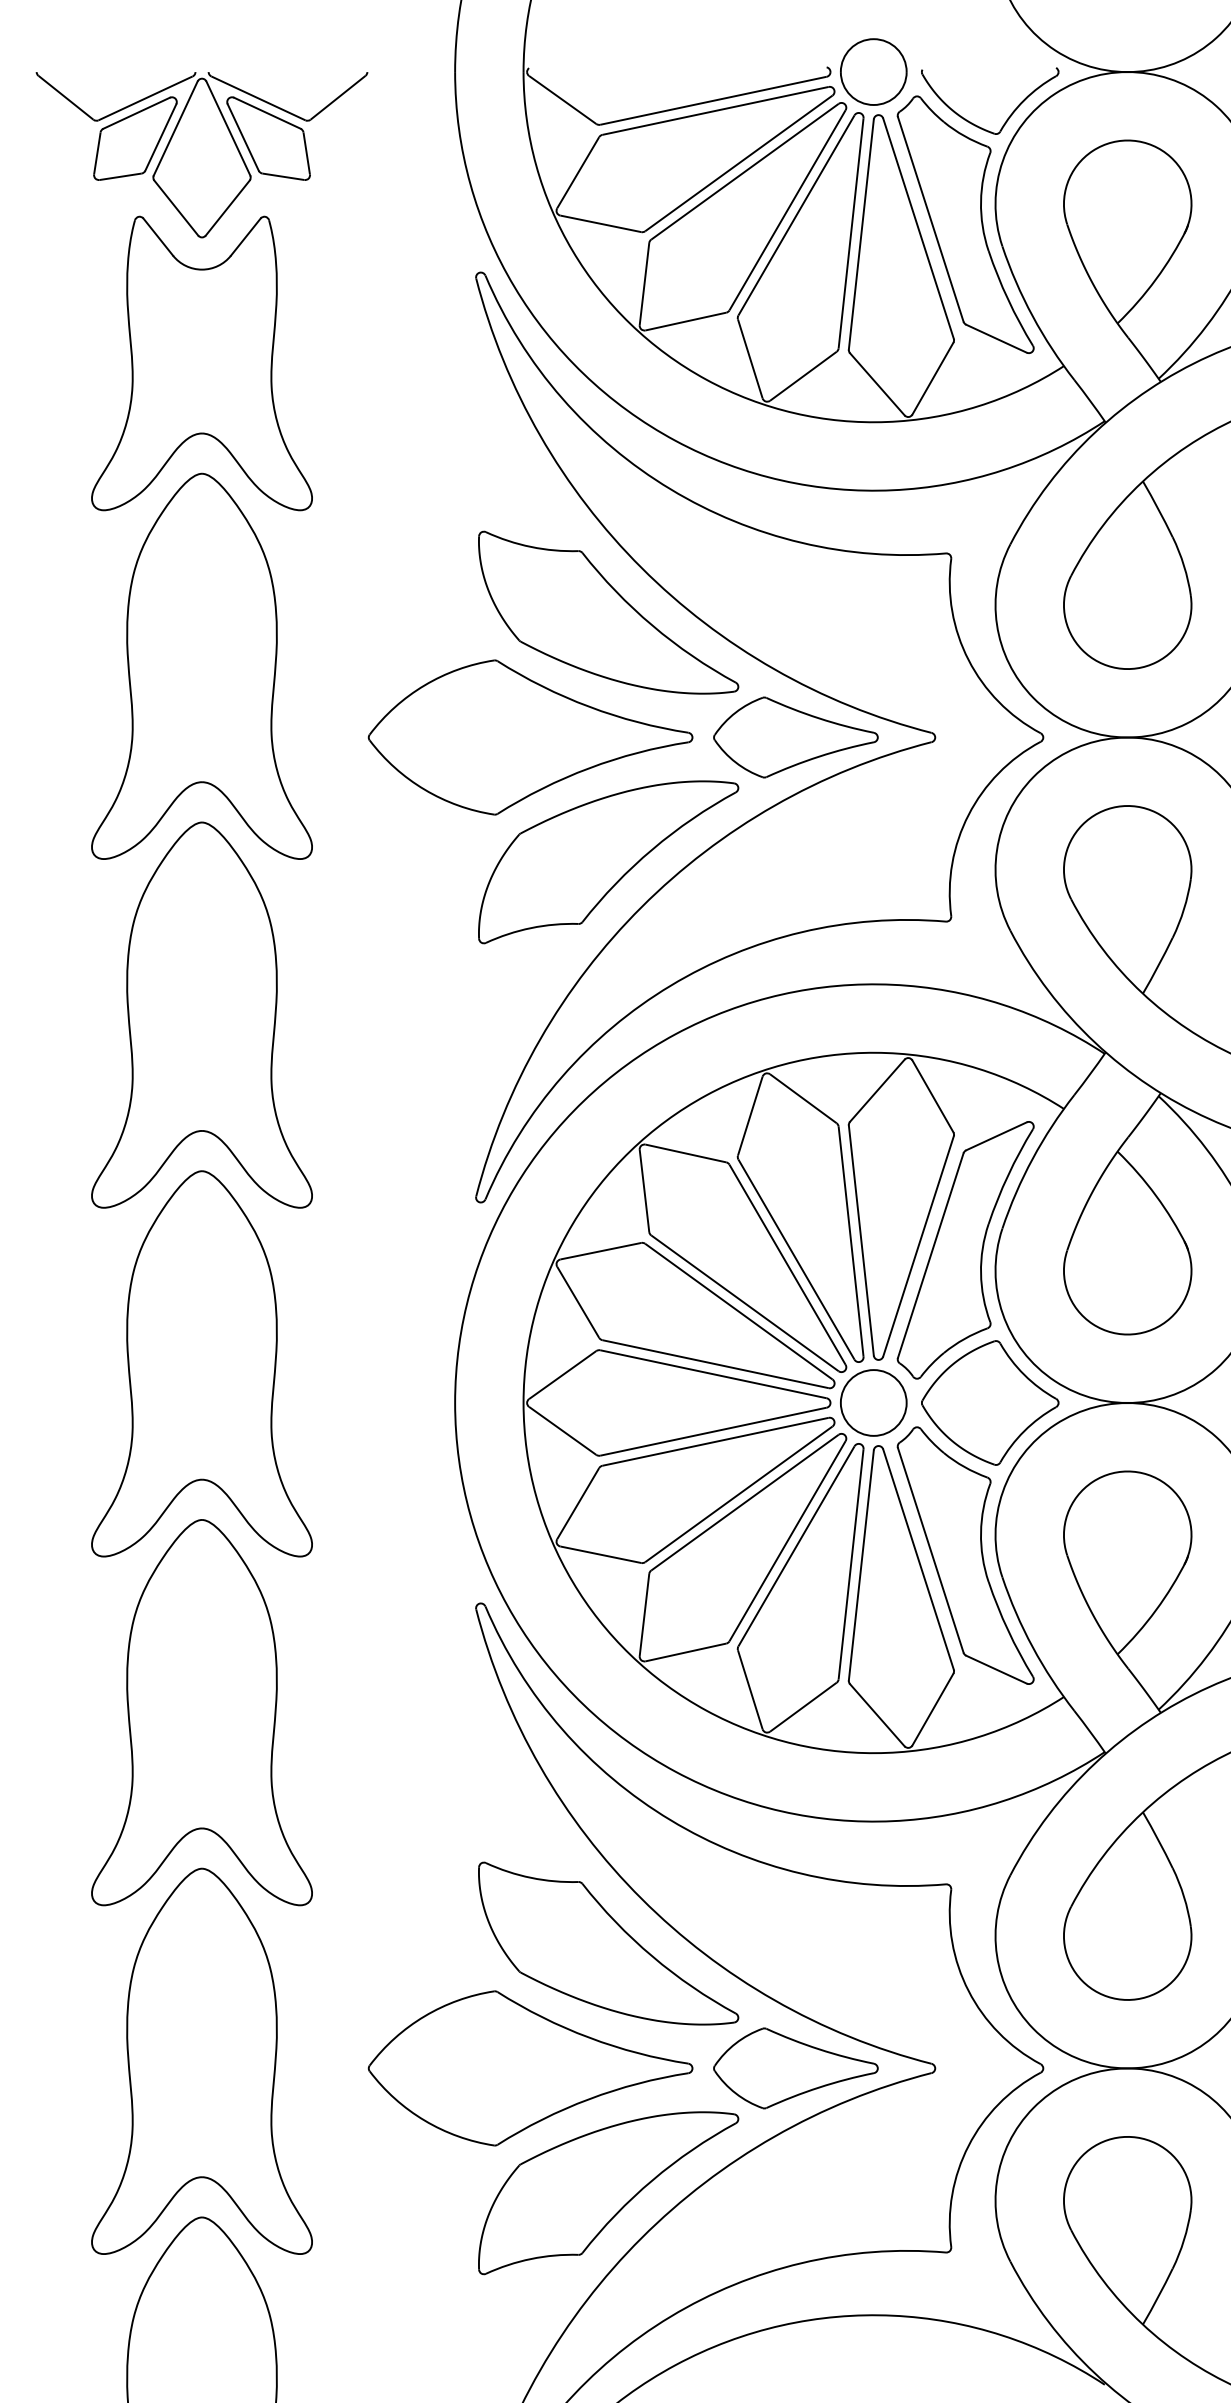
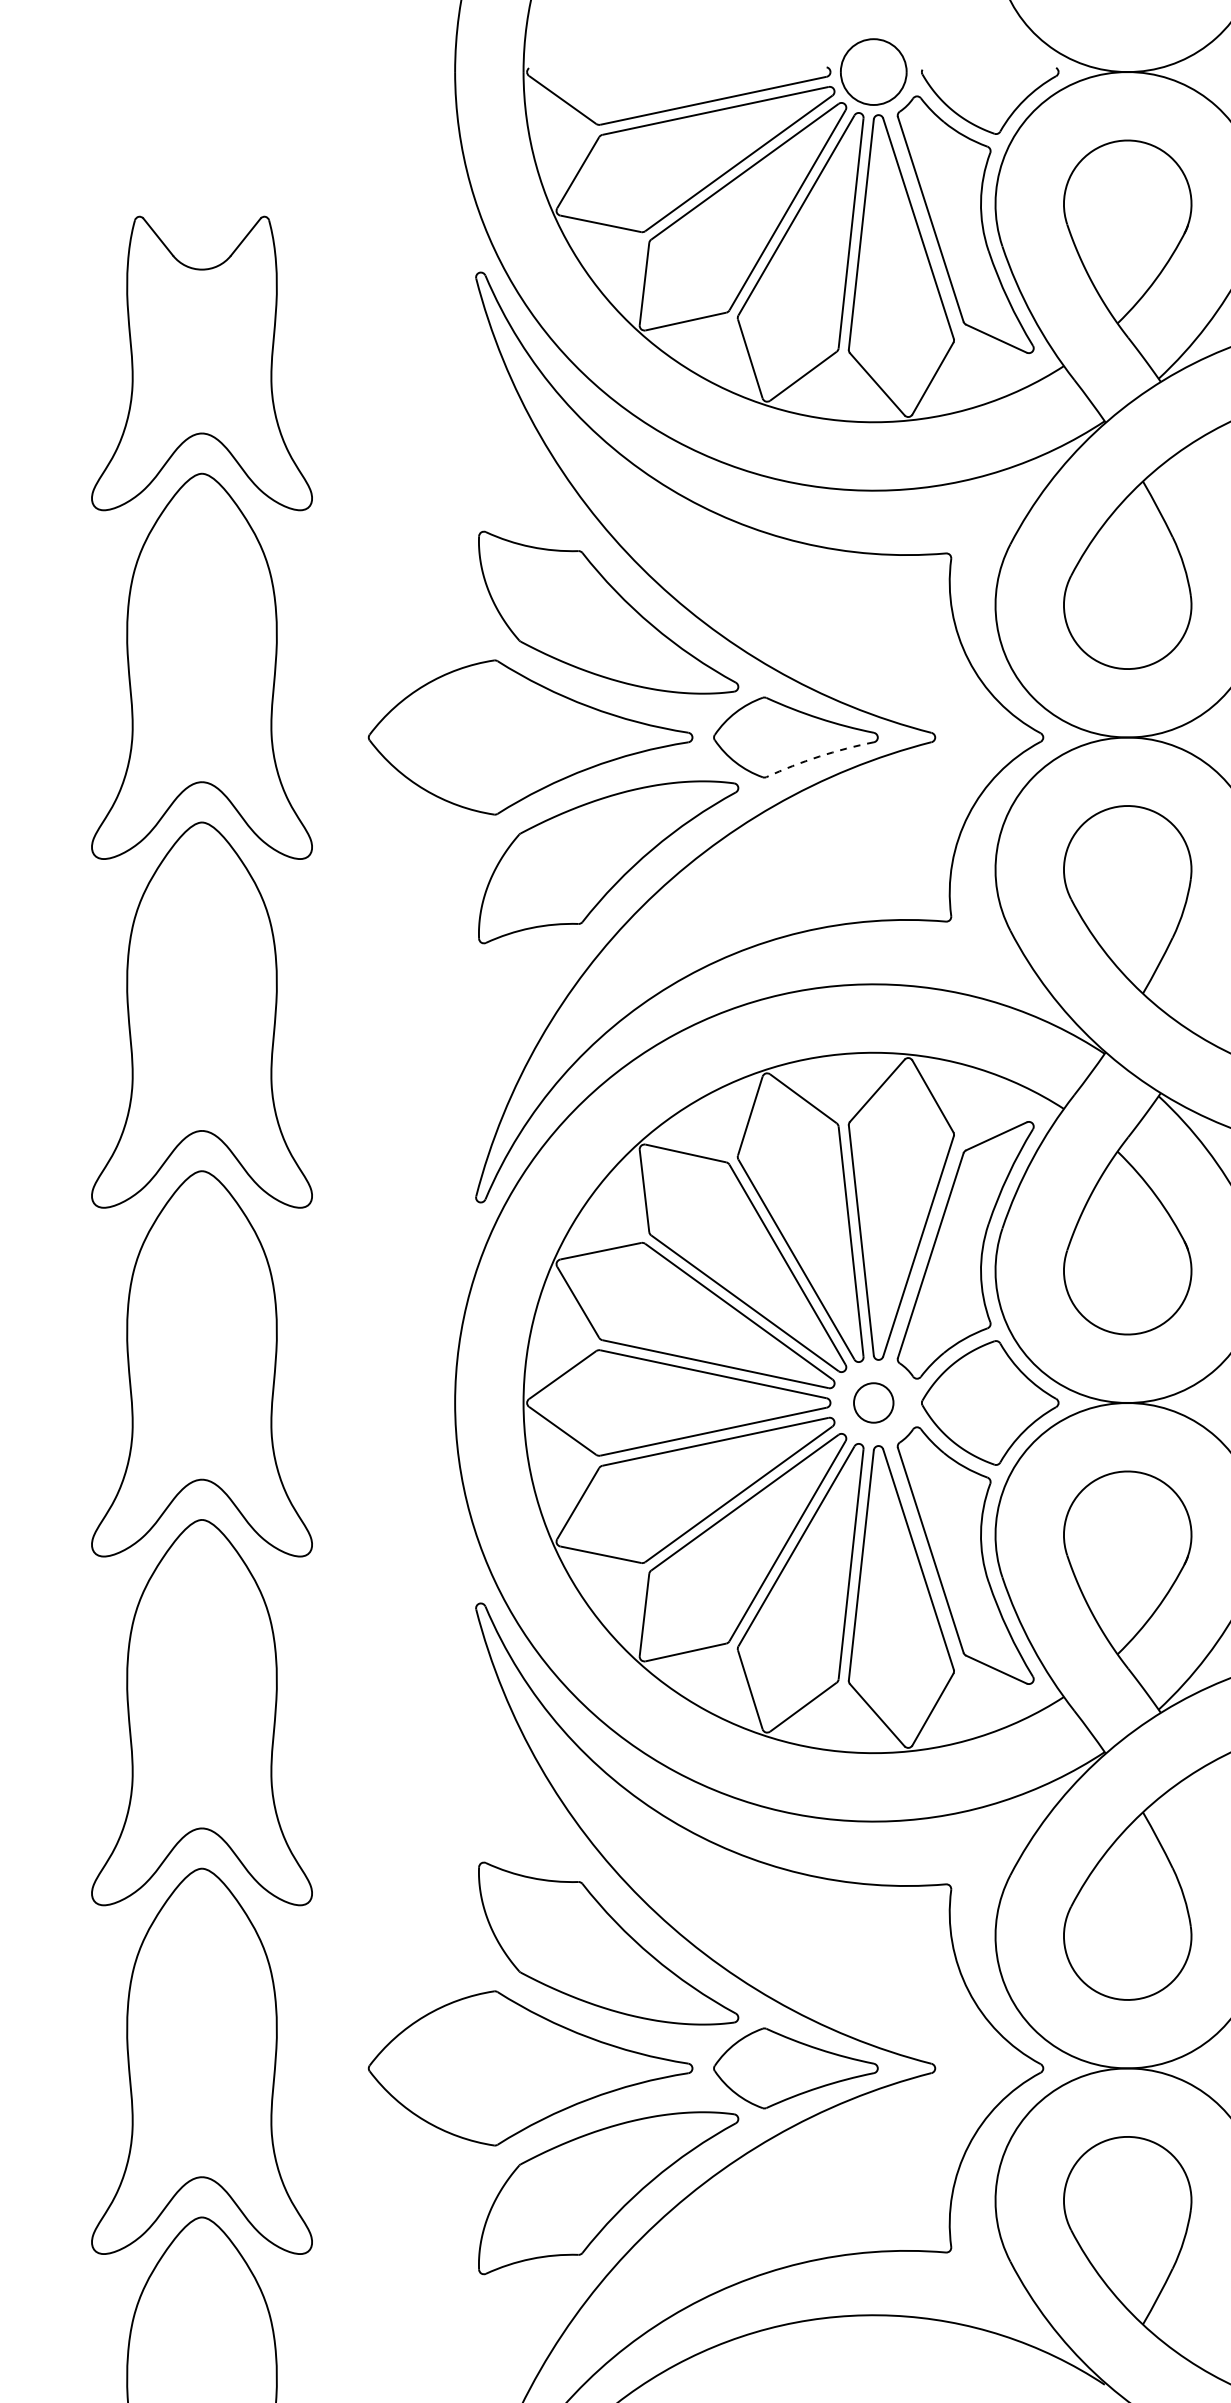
part at (201, 155): present -> none
arc at (819, 756): solid -> dashed
circle at (873, 1402) diameter: 66 px -> 39 px
